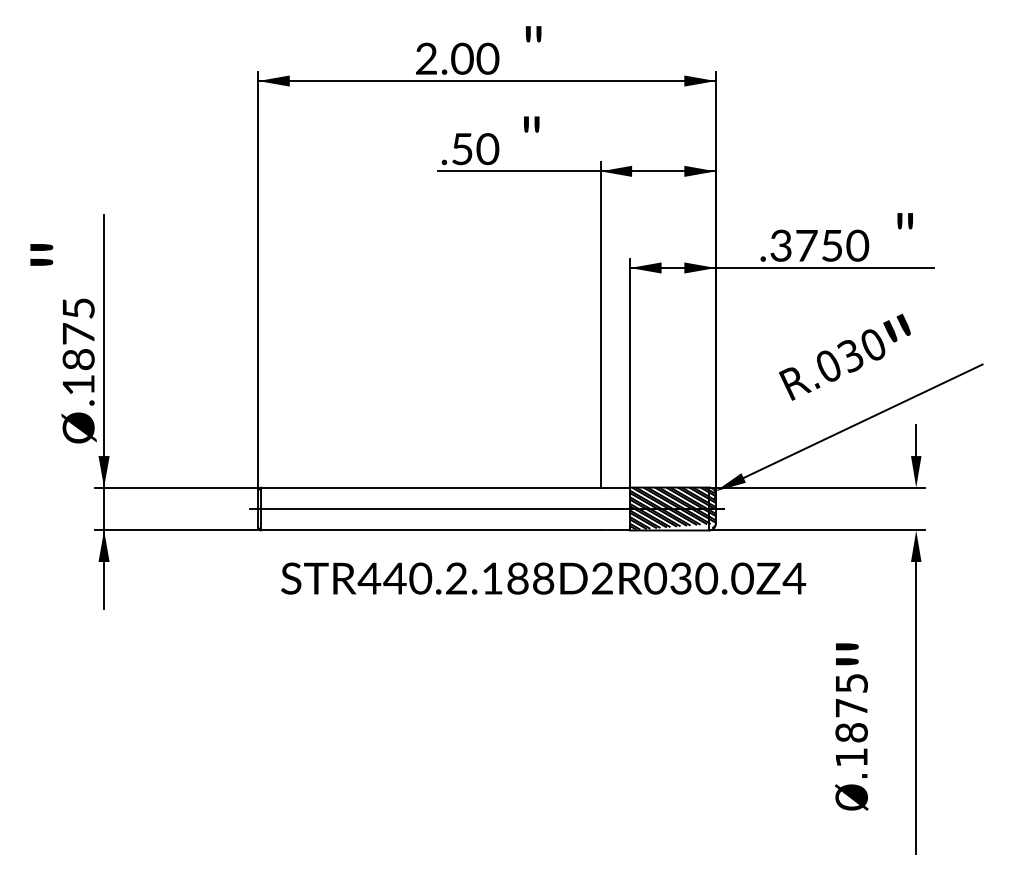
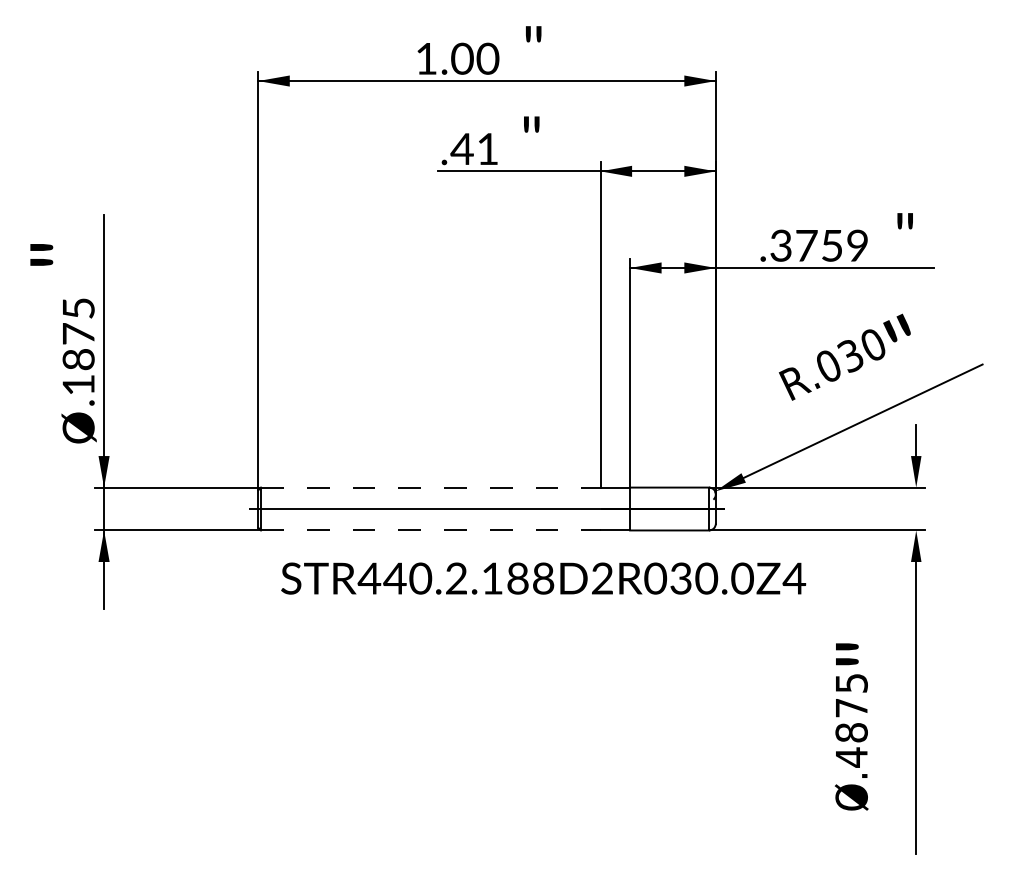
text at (426, 58): 2.00 -> 1.00
text at (474, 149): .50 -> .41
text at (857, 246): .3750 -> .3759
line at (430, 487): solid -> dashed
hatch at (672, 508): present -> none
line at (430, 530): solid -> dashed
text at (851, 757): Ø.1875 -> Ø.4875
